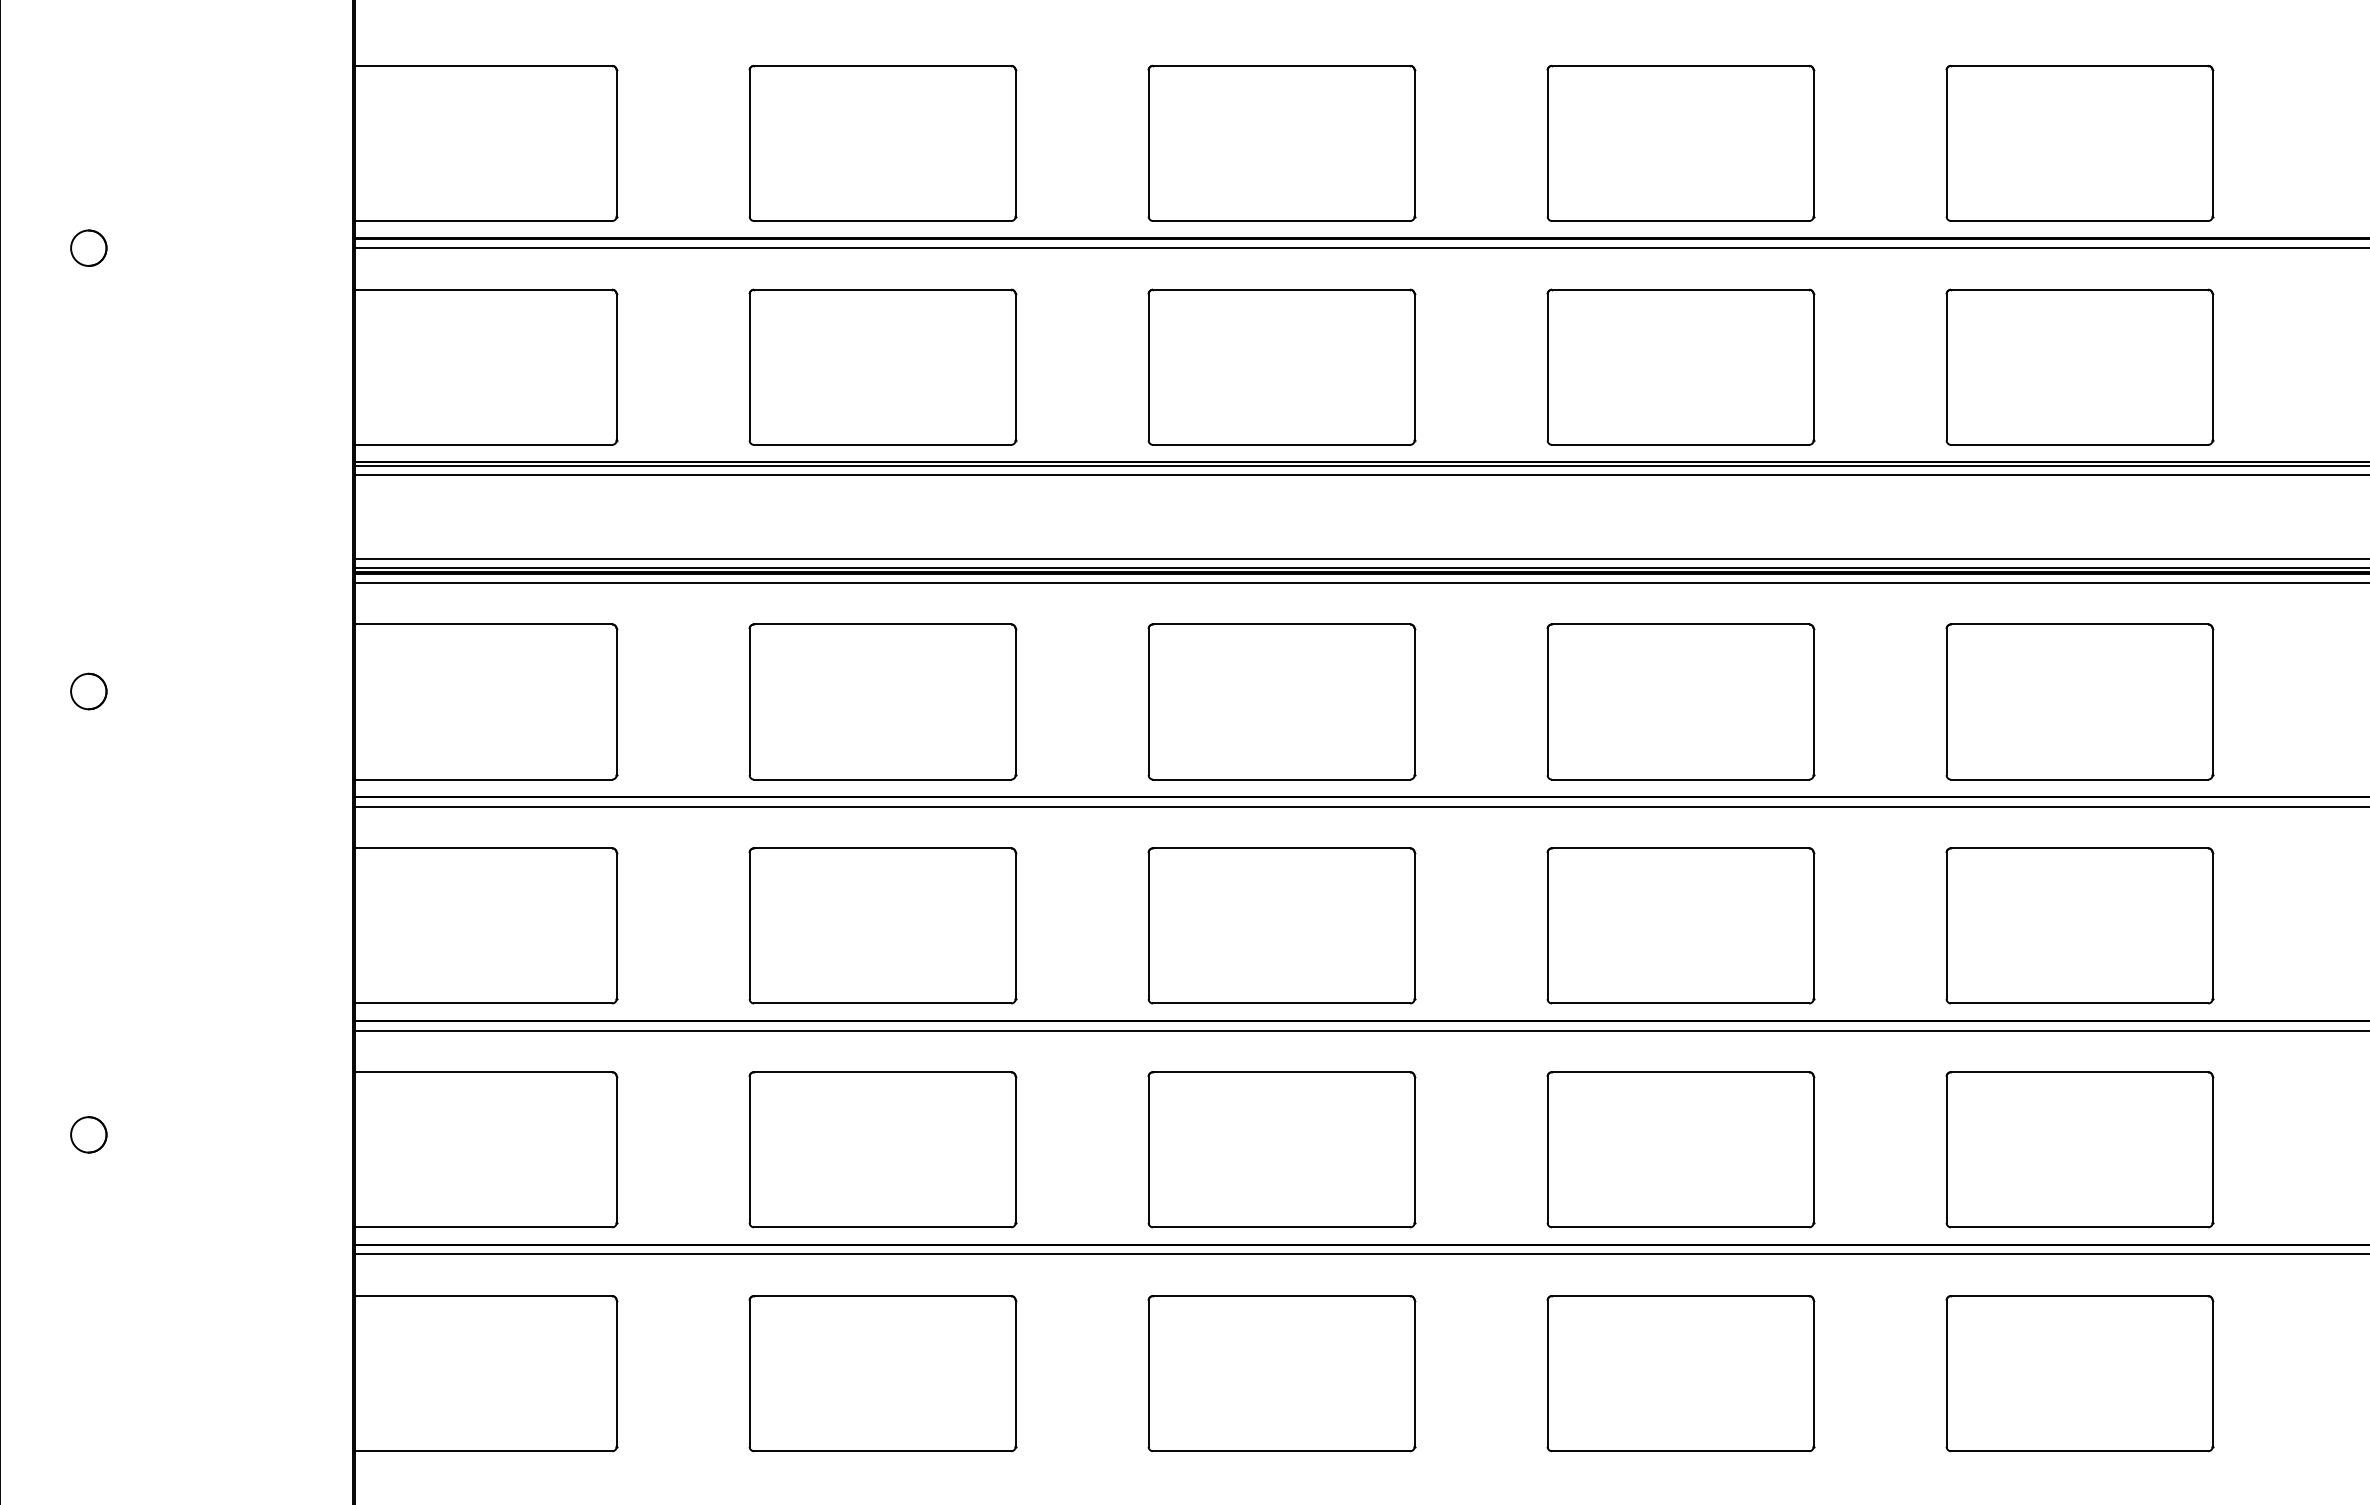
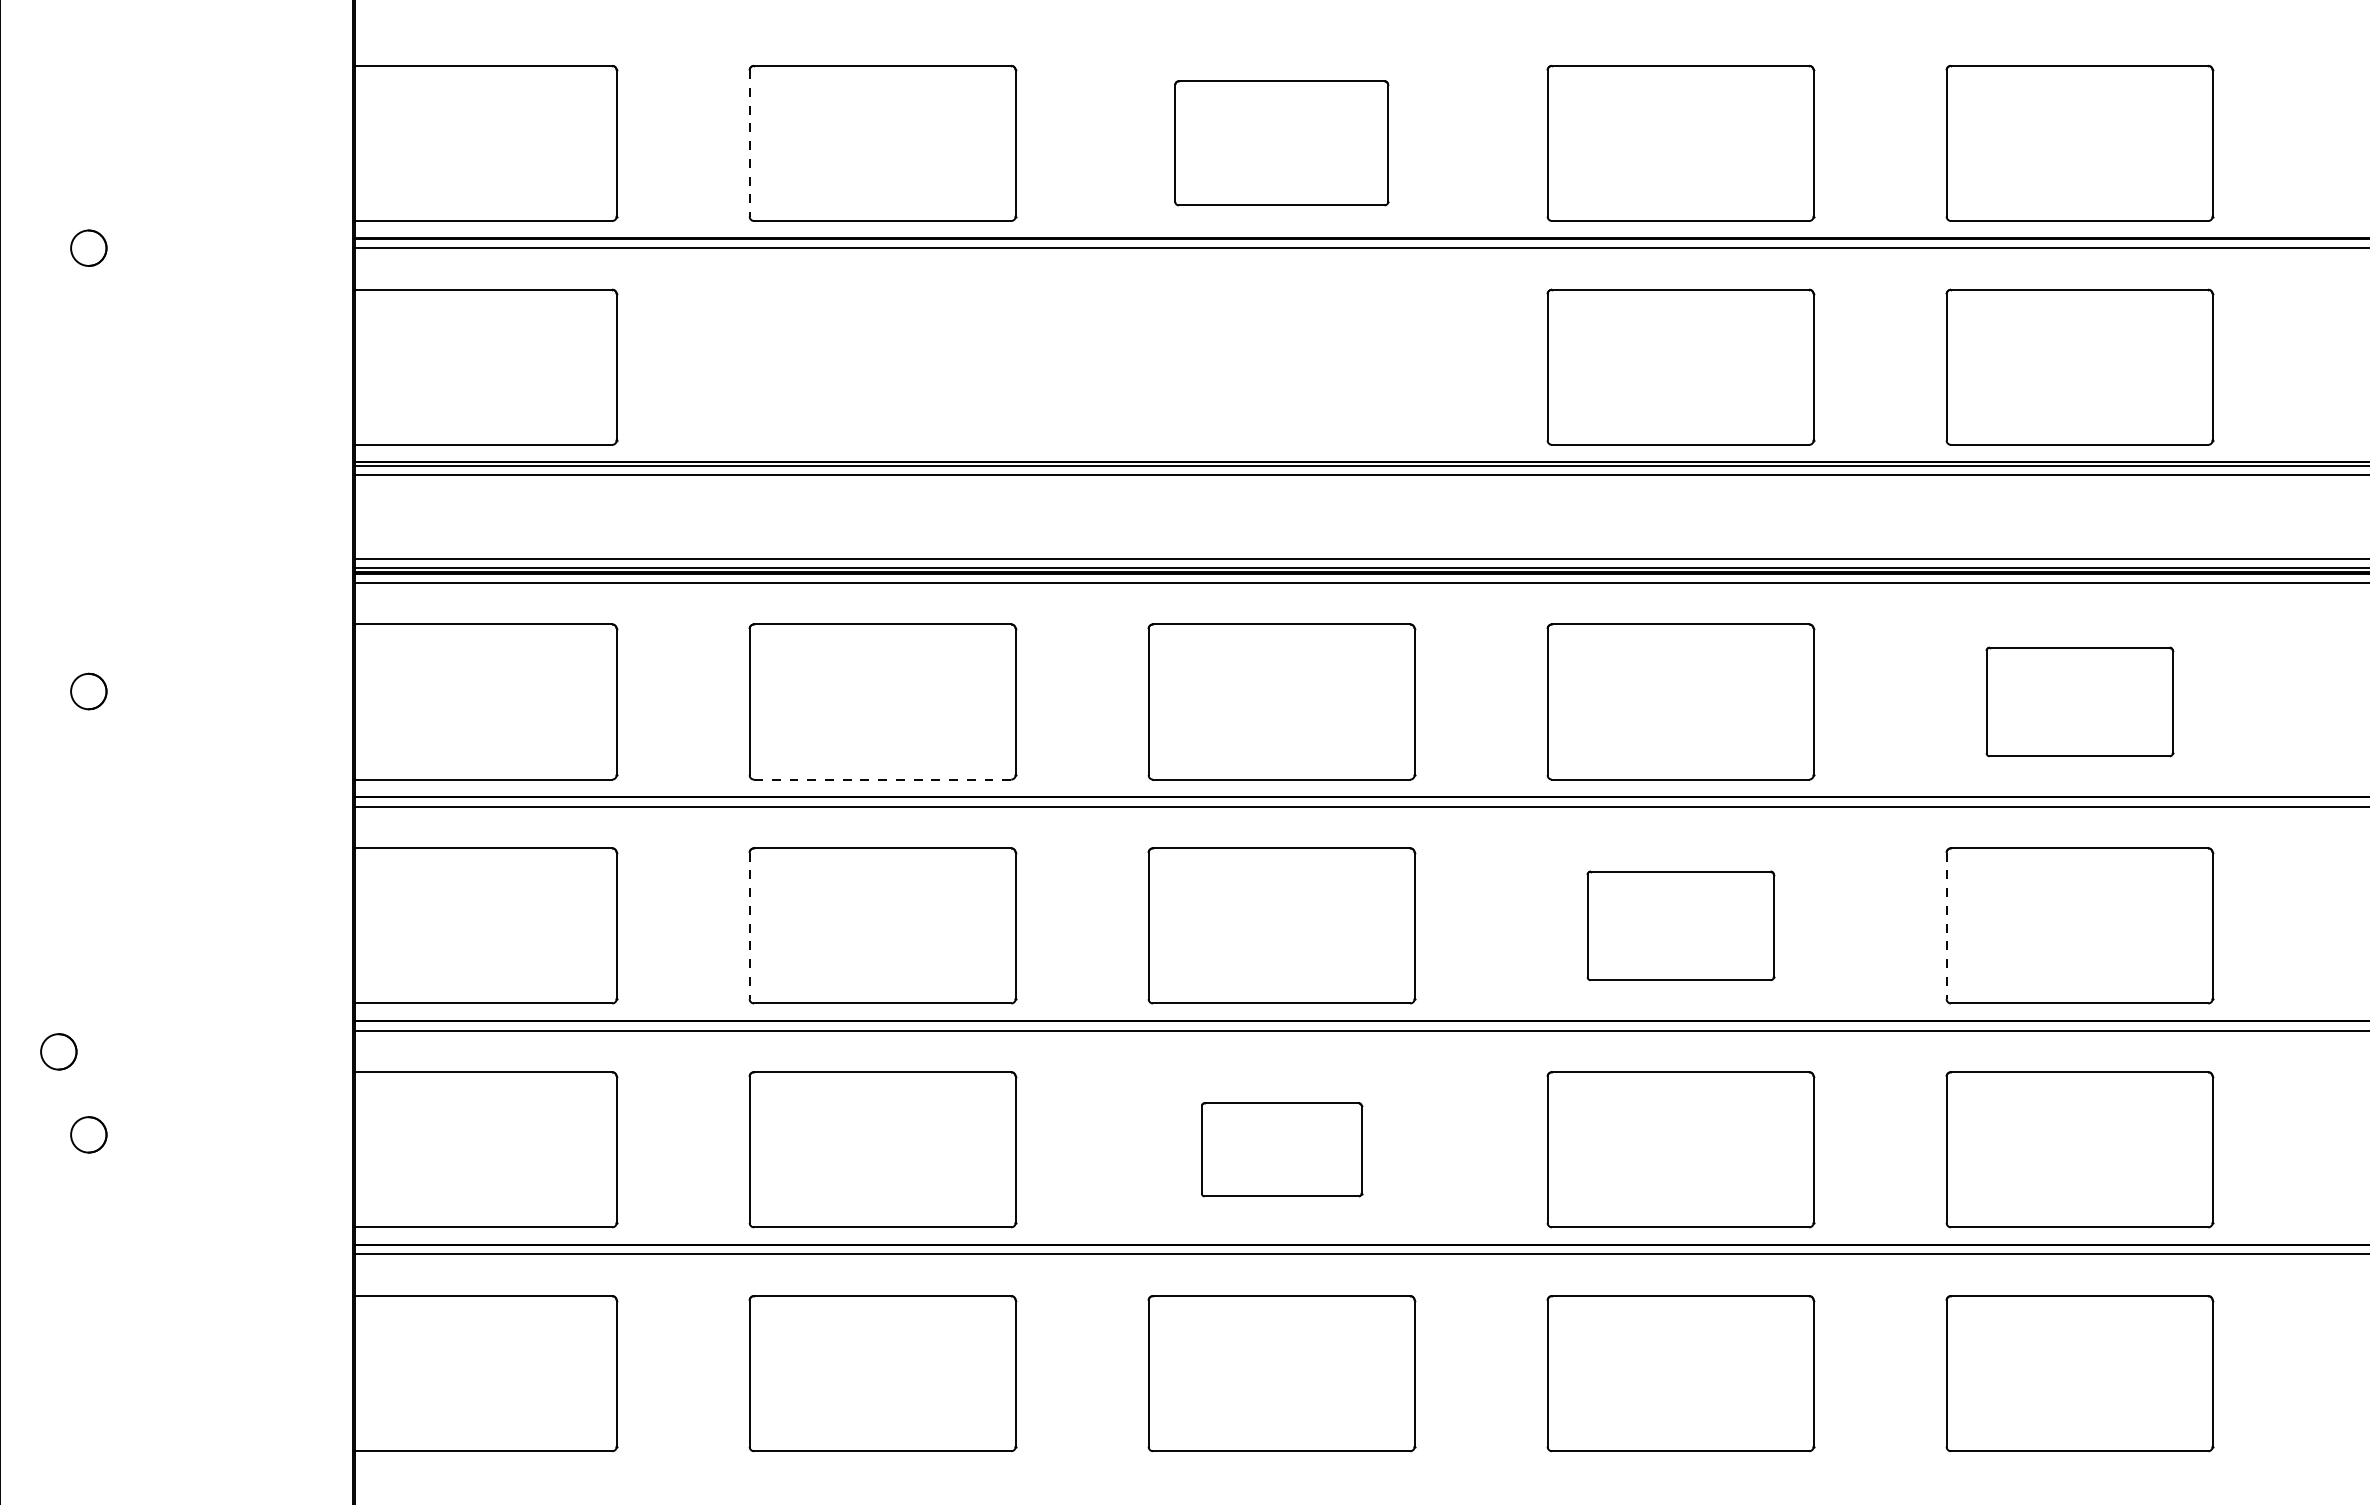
part at (1281, 142) size: 270x158 px -> 216x127 px
line at (749, 143): solid -> dashed
part at (882, 366): present -> none
part at (1281, 366): present -> none
part at (2079, 701) size: 270x158 px -> 190x112 px
line at (882, 779): solid -> dashed
part at (1680, 925) size: 270x158 px -> 190x112 px
line at (749, 926): solid -> dashed
line at (1946, 926): solid -> dashed
circle at (58, 1051): none -> present
part at (1281, 1149) size: 270x158 px -> 163x96 px
